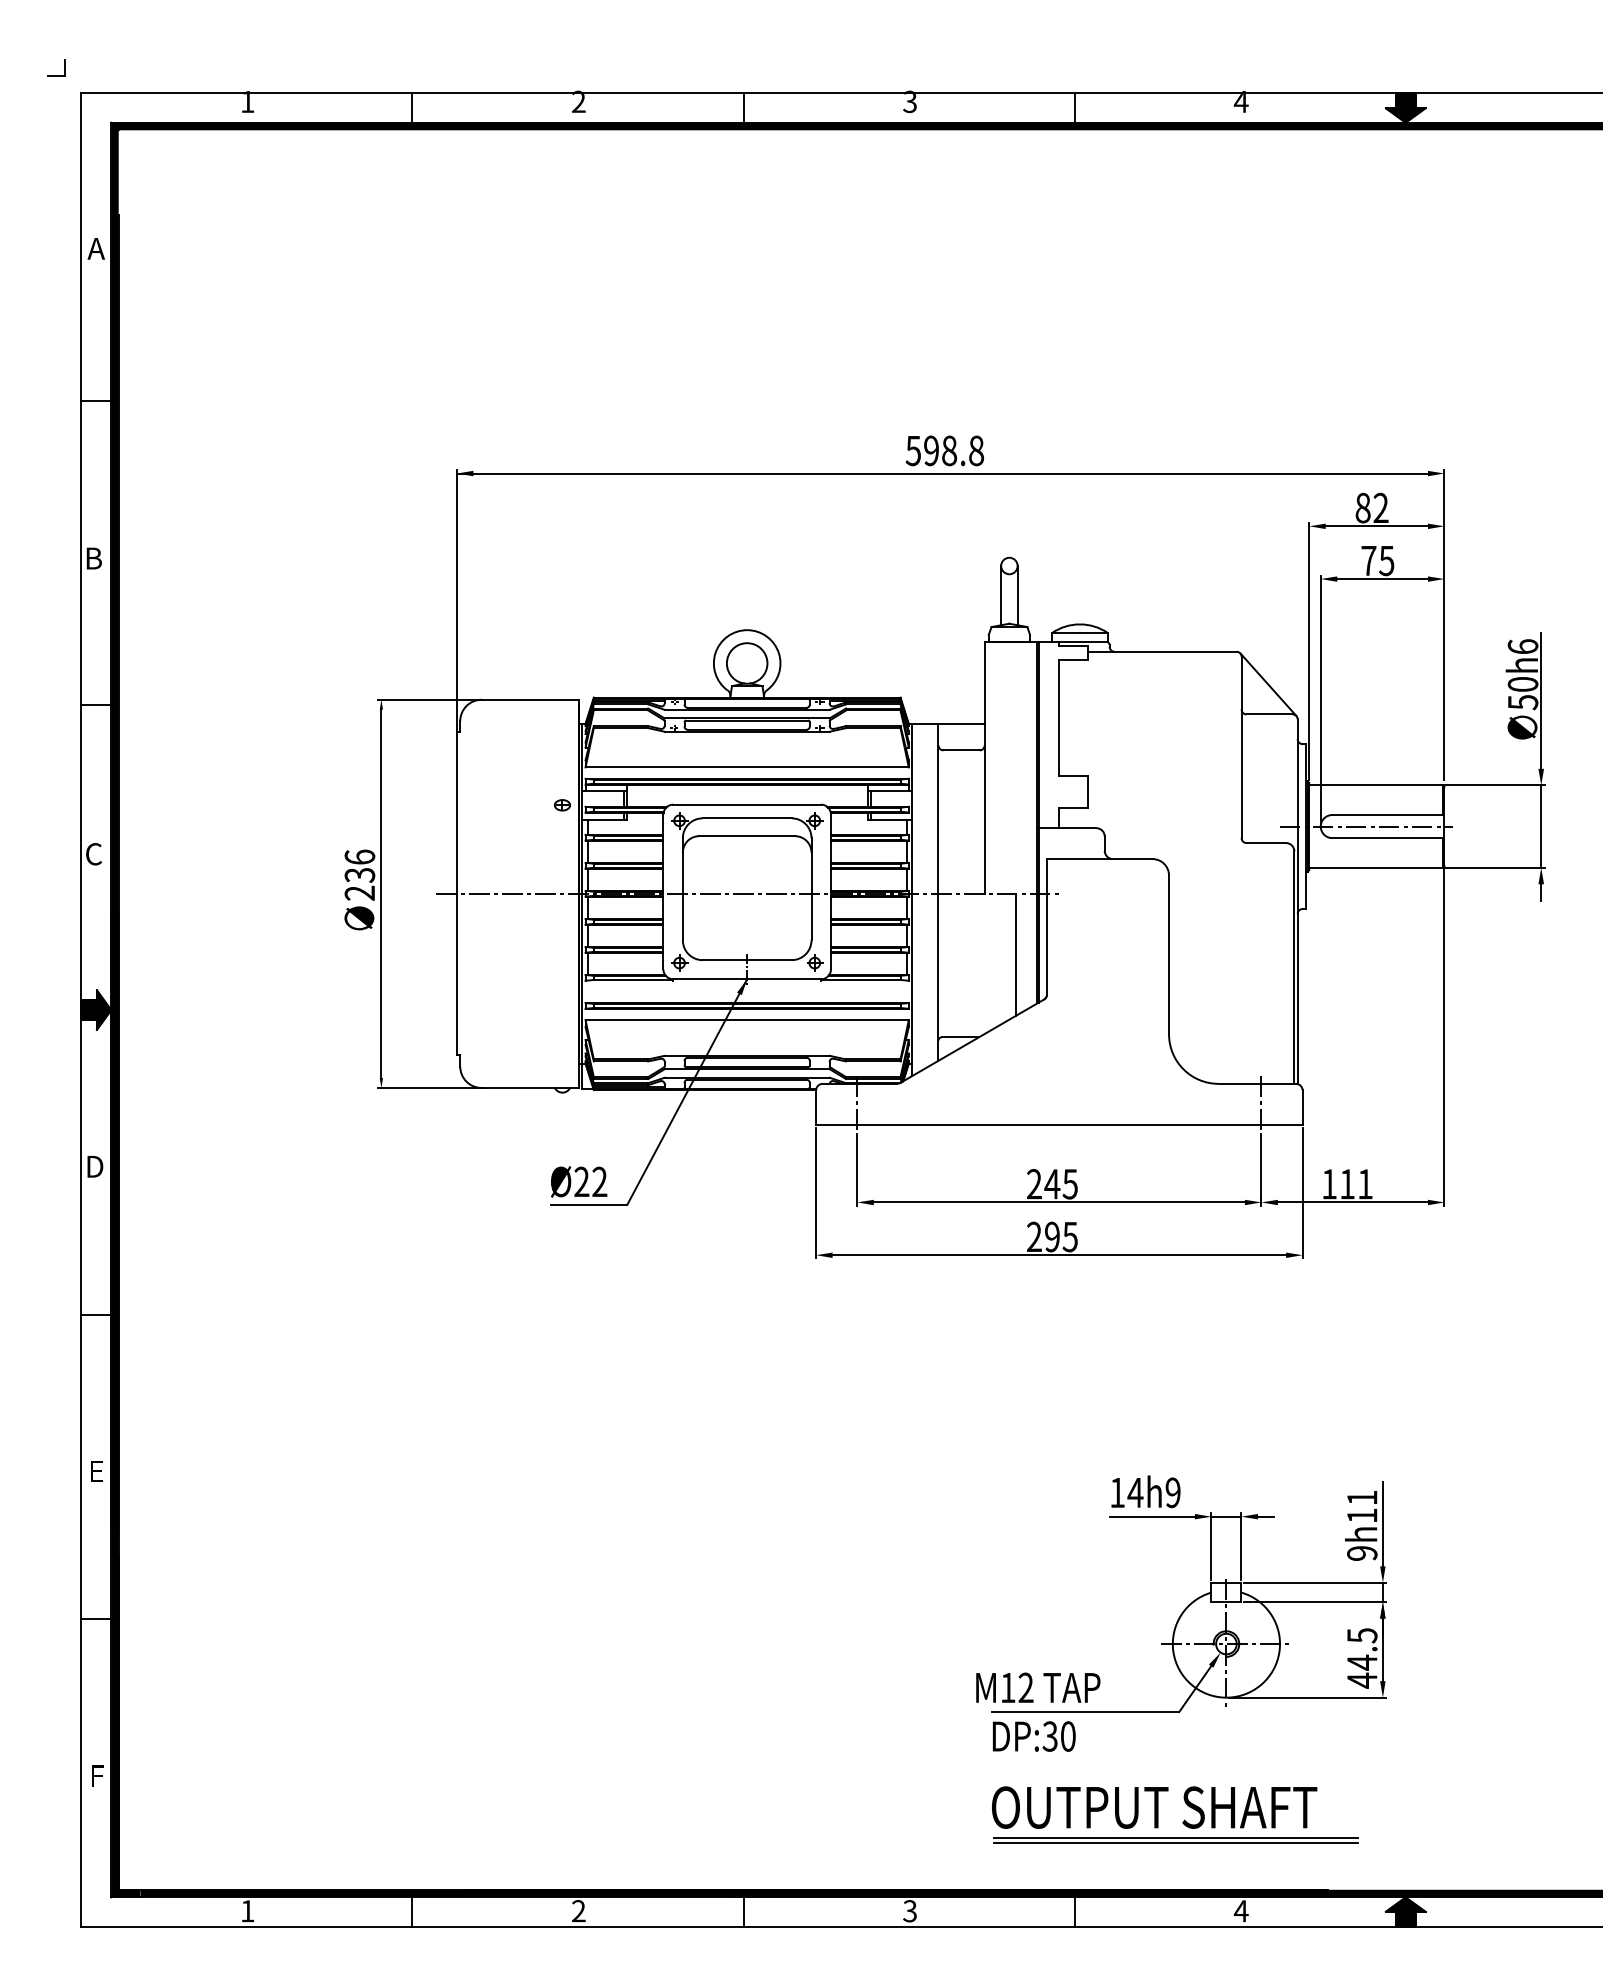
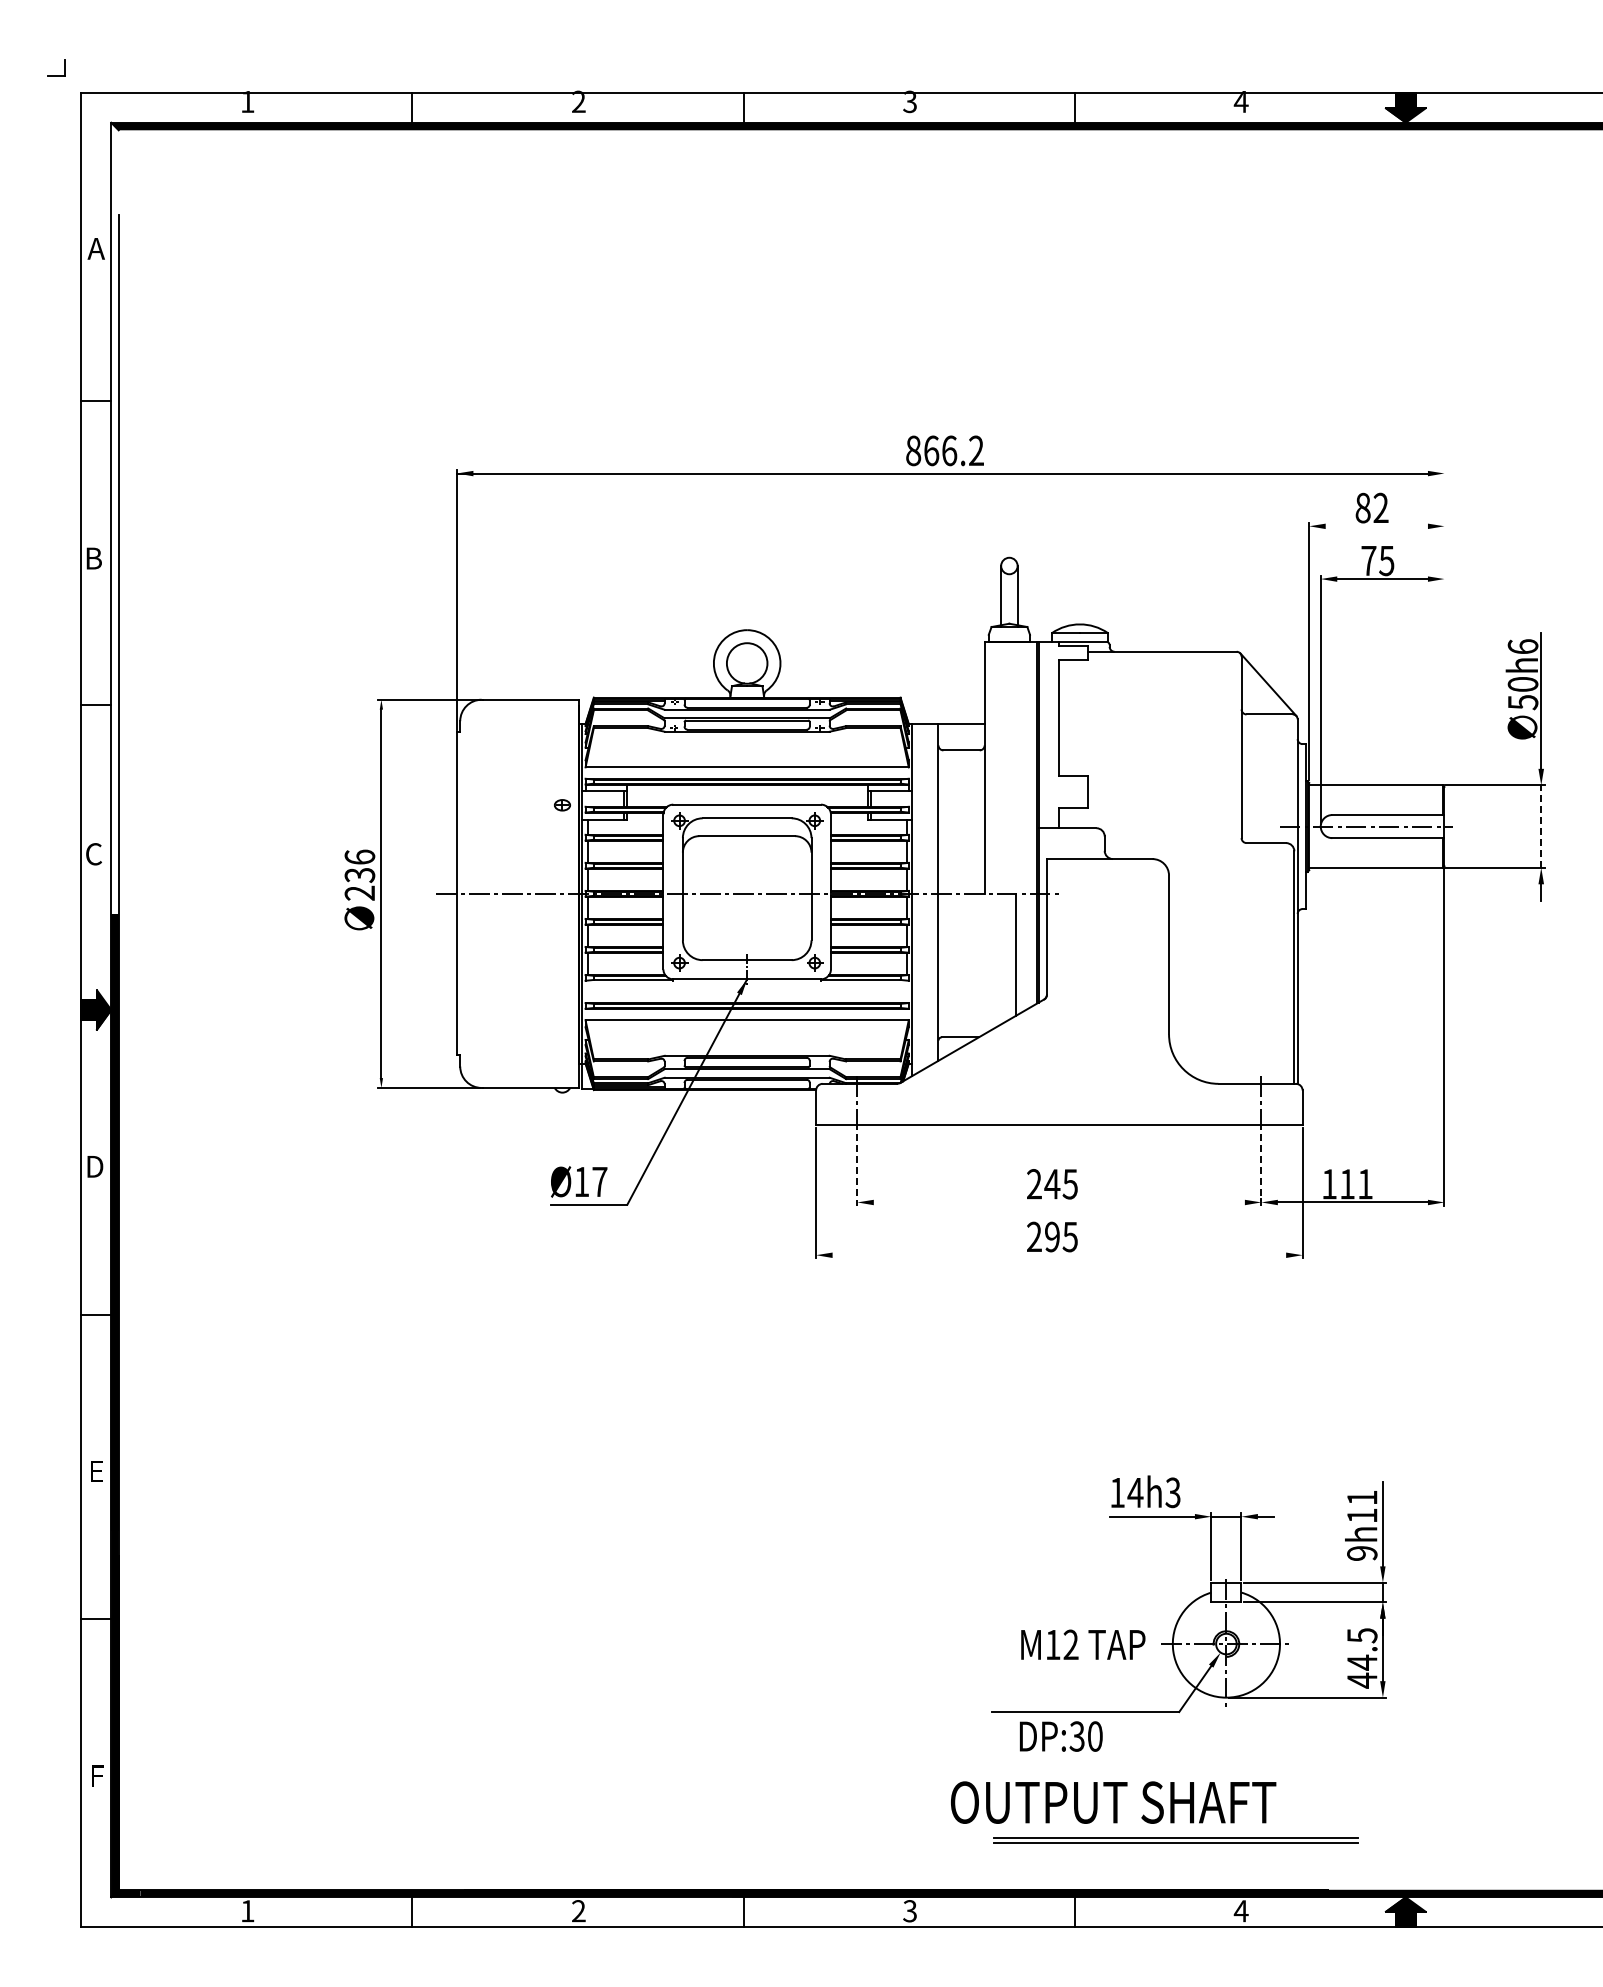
text at (944, 450): 598.8 -> 866.2
fill at (114, 518): present -> none
line at (1376, 526): present -> none
line at (1444, 625): present -> none
line at (1541, 826): solid -> dashed
line at (857, 1170): solid -> dashed
line at (1261, 1170): solid -> dashed
text at (590, 1181): Ø22 -> Ø17
line at (1058, 1202): present -> none
line at (1059, 1255): present -> none
text at (1172, 1492): 14h9 -> 14h3
text at (1038, 1687) position: (1038, 1687) -> (1083, 1644)
text at (1034, 1736) position: (1034, 1736) -> (1061, 1736)
text at (1154, 1807) position: (1154, 1807) -> (1113, 1802)
